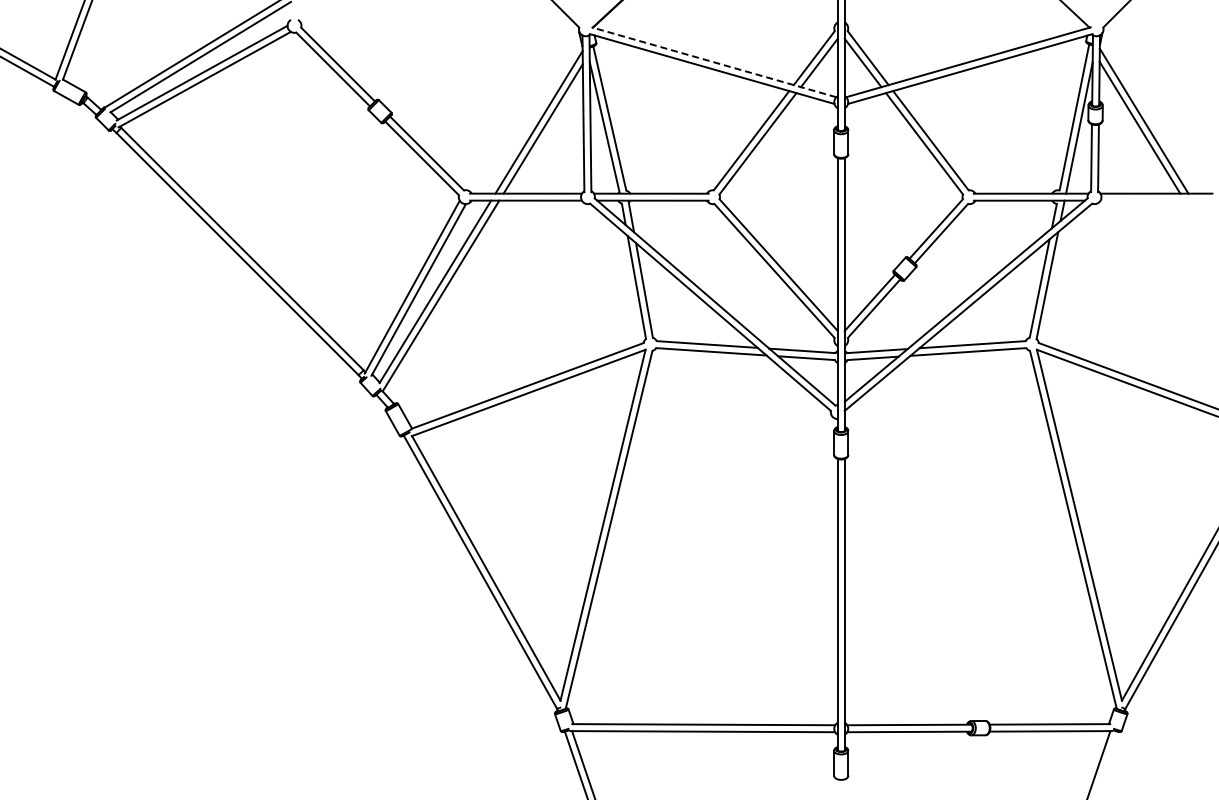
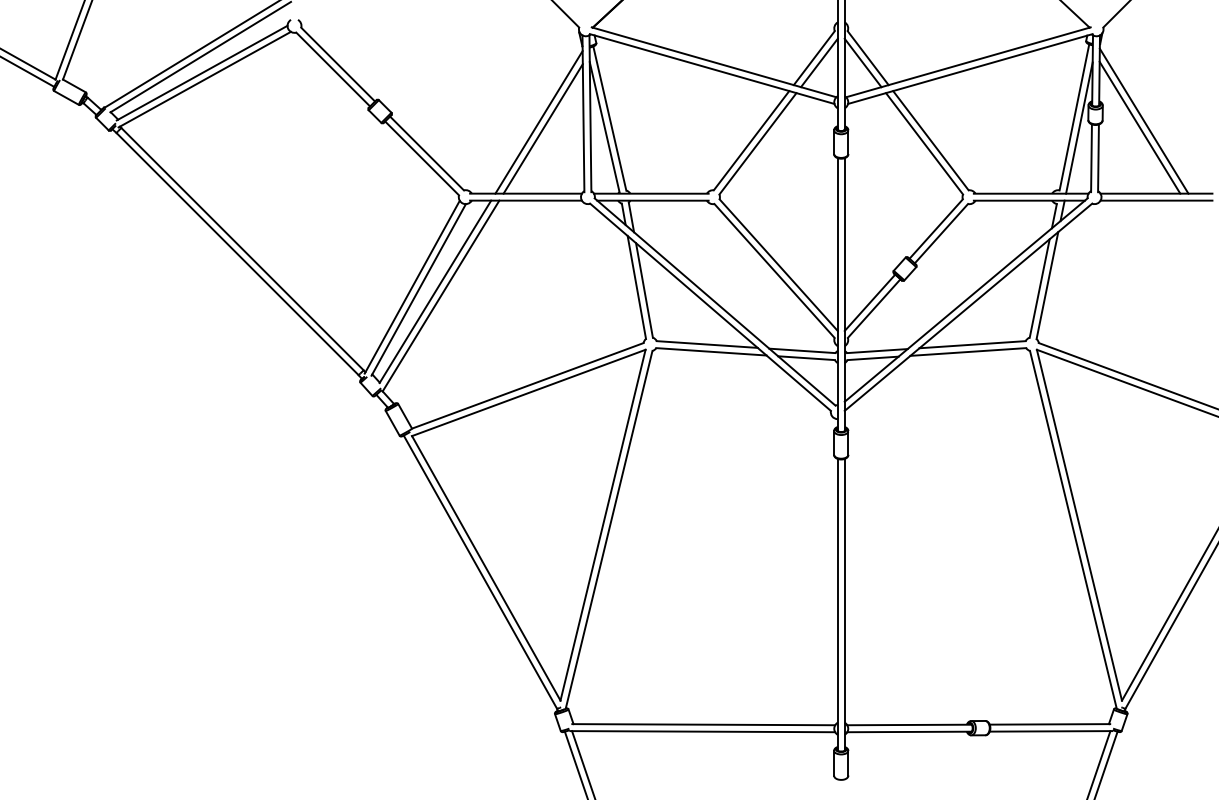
line at (713, 62): dashed -> solid
line at (1156, 200): none -> present
line at (1106, 763): none -> present
